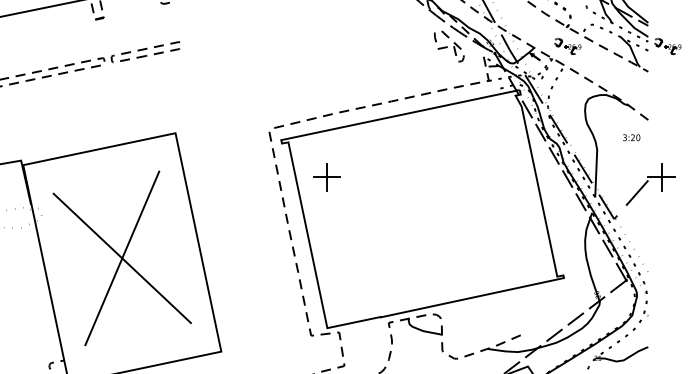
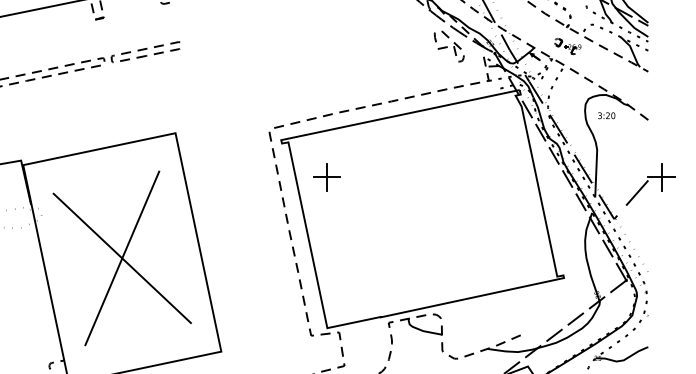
part at (667, 46): present -> none
text at (631, 137) position: (631, 137) -> (606, 115)
